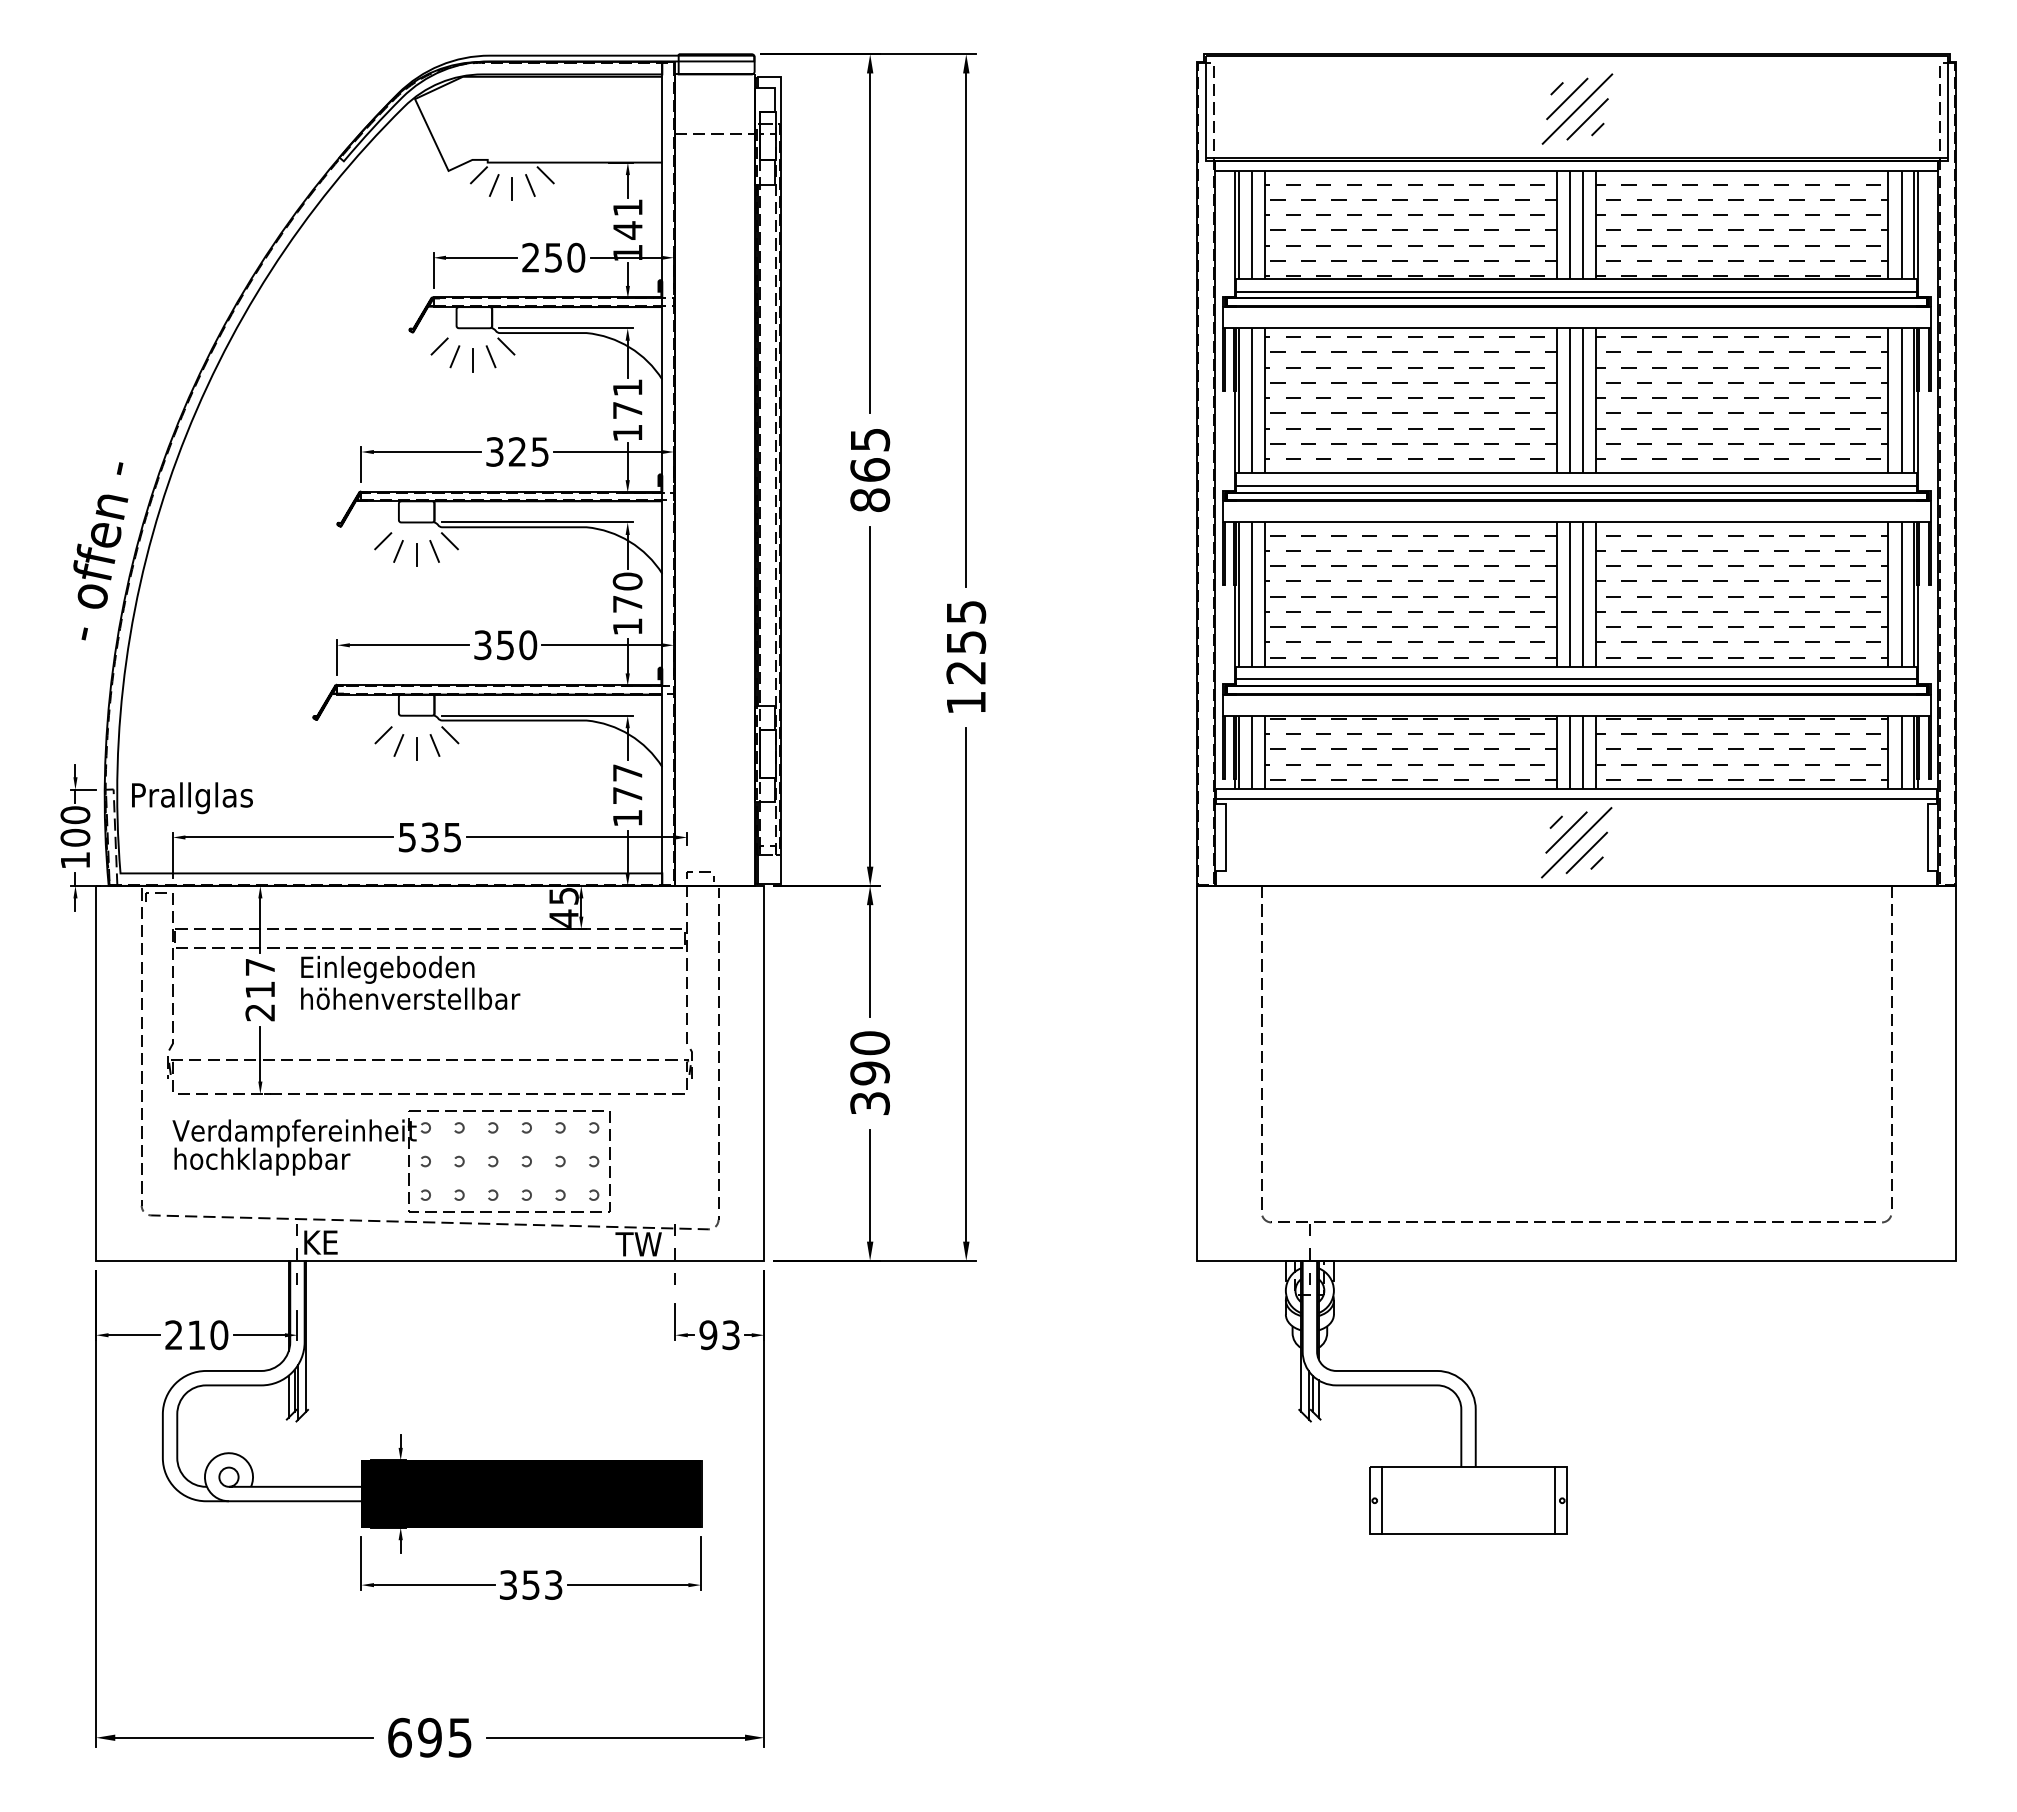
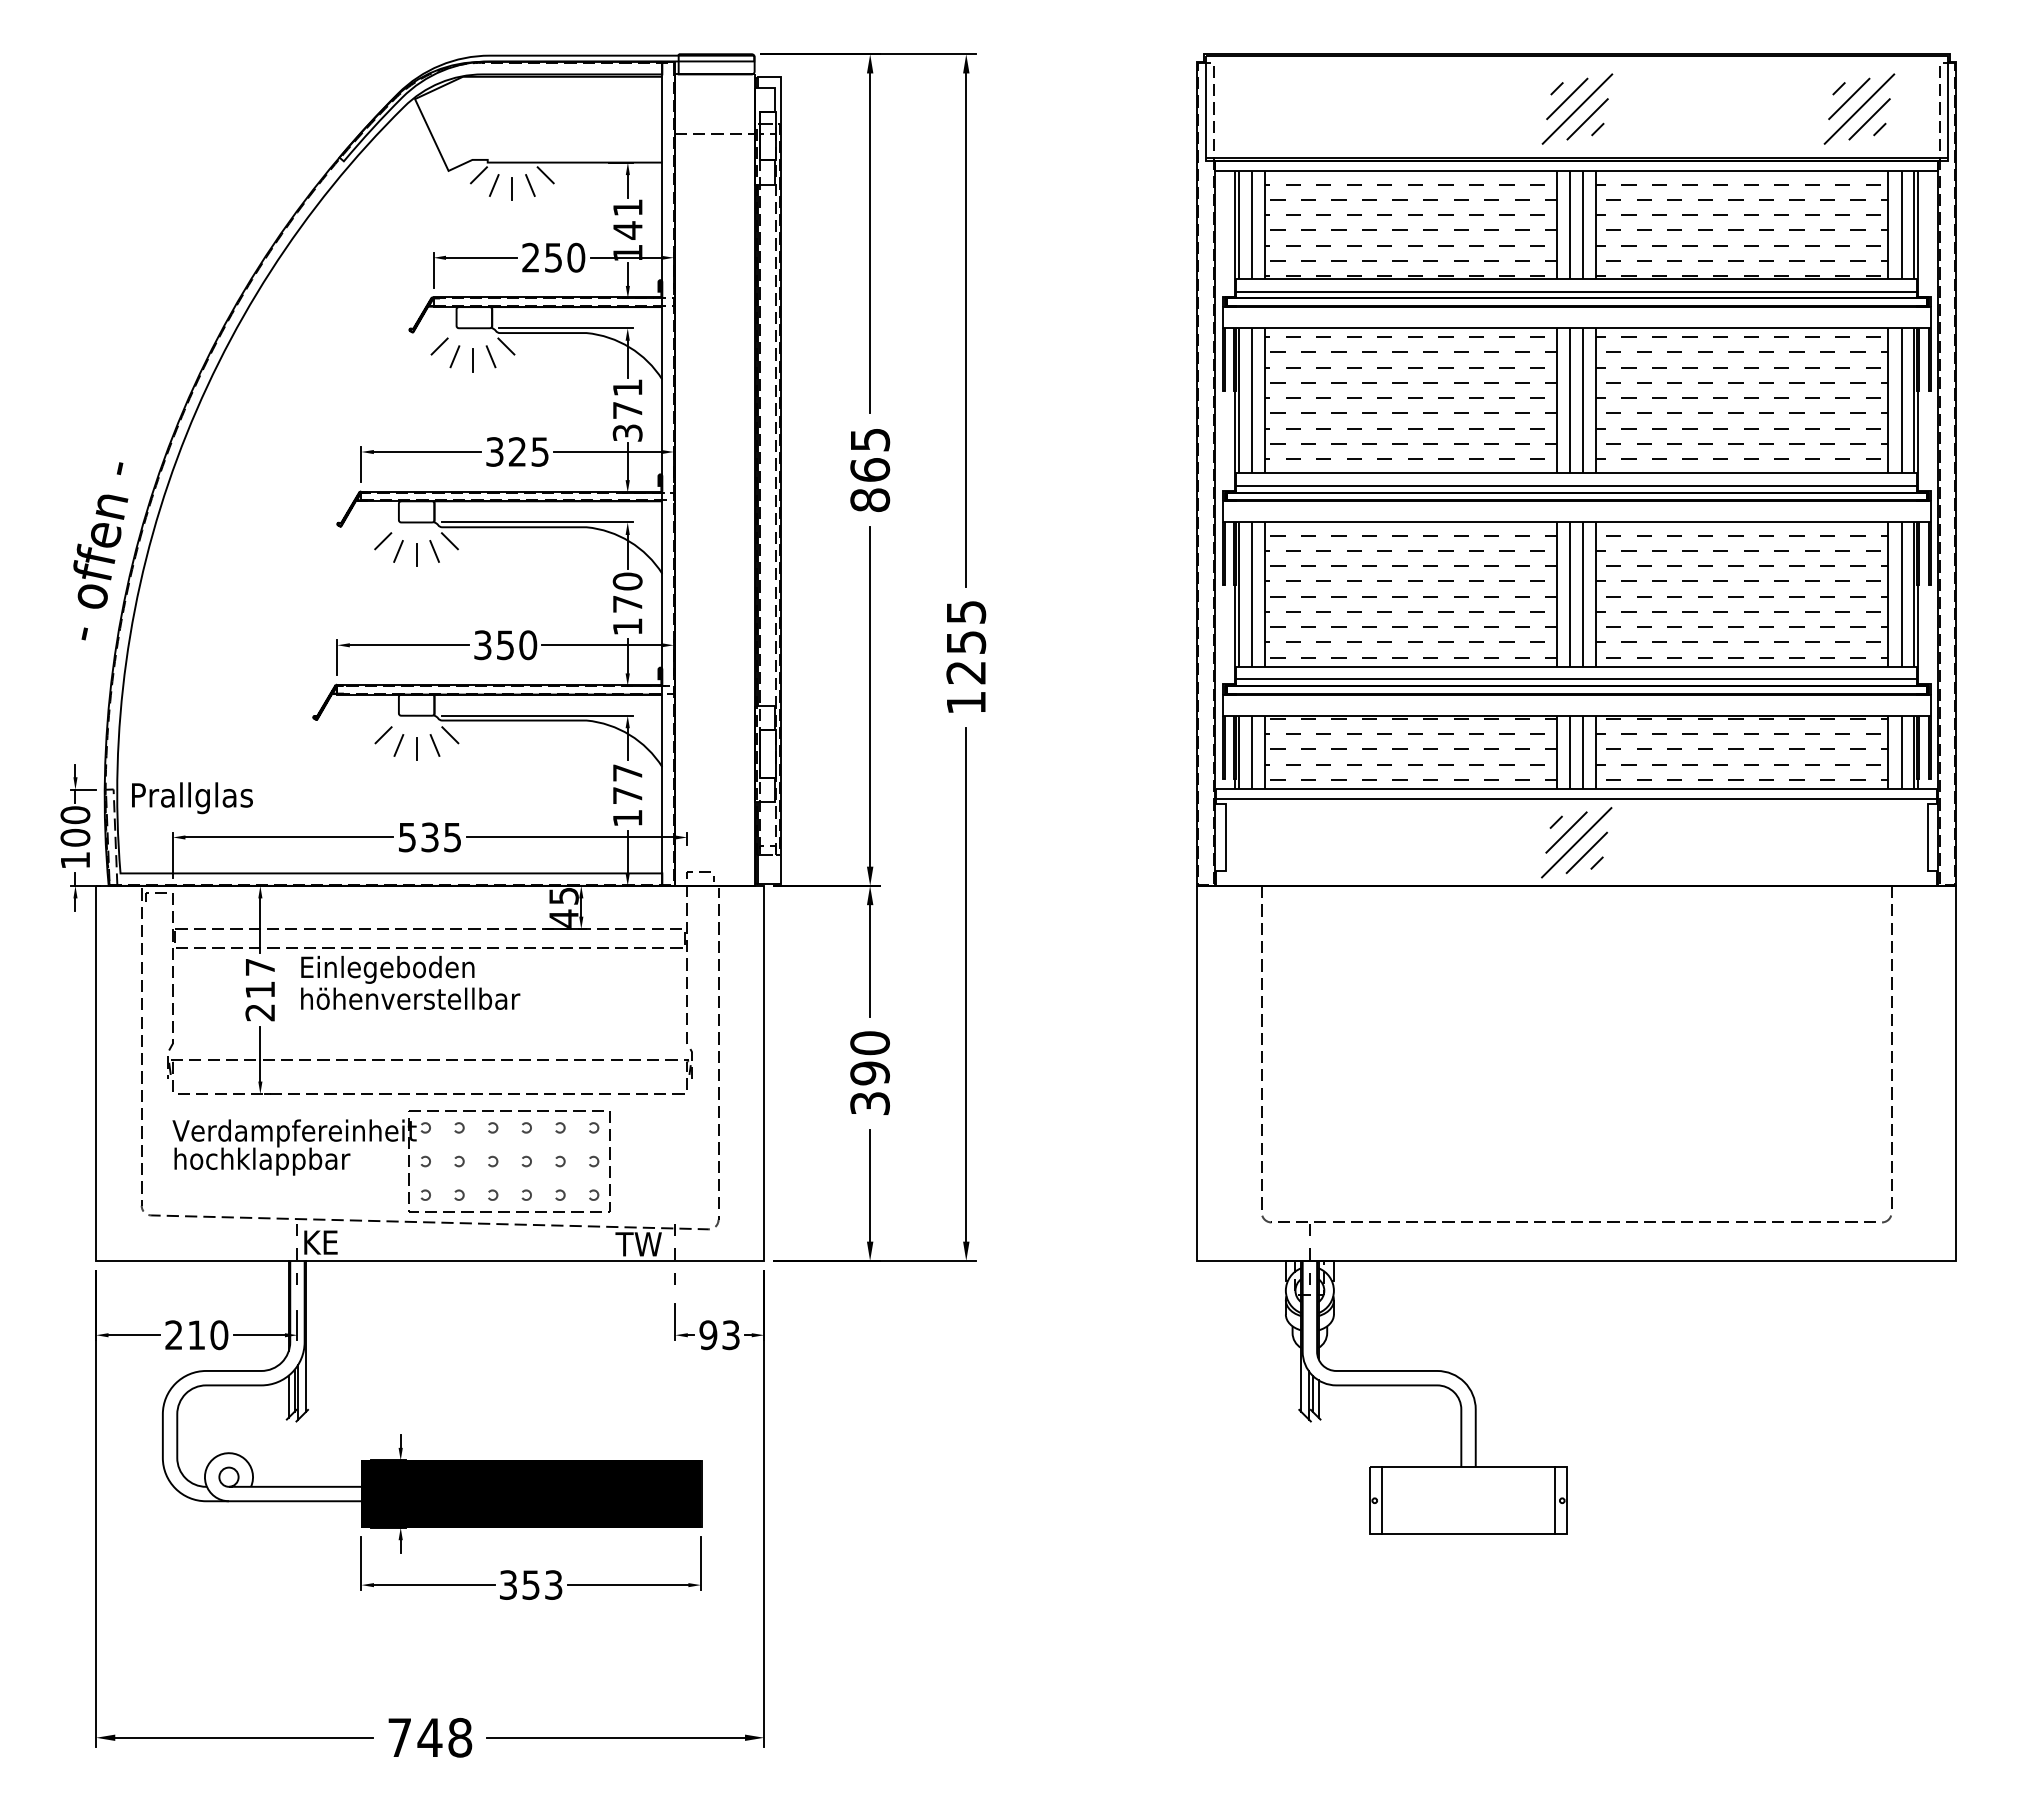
part at (1859, 108): none -> present
text at (627, 432): 171 -> 371
text at (430, 1737): 695 -> 748
